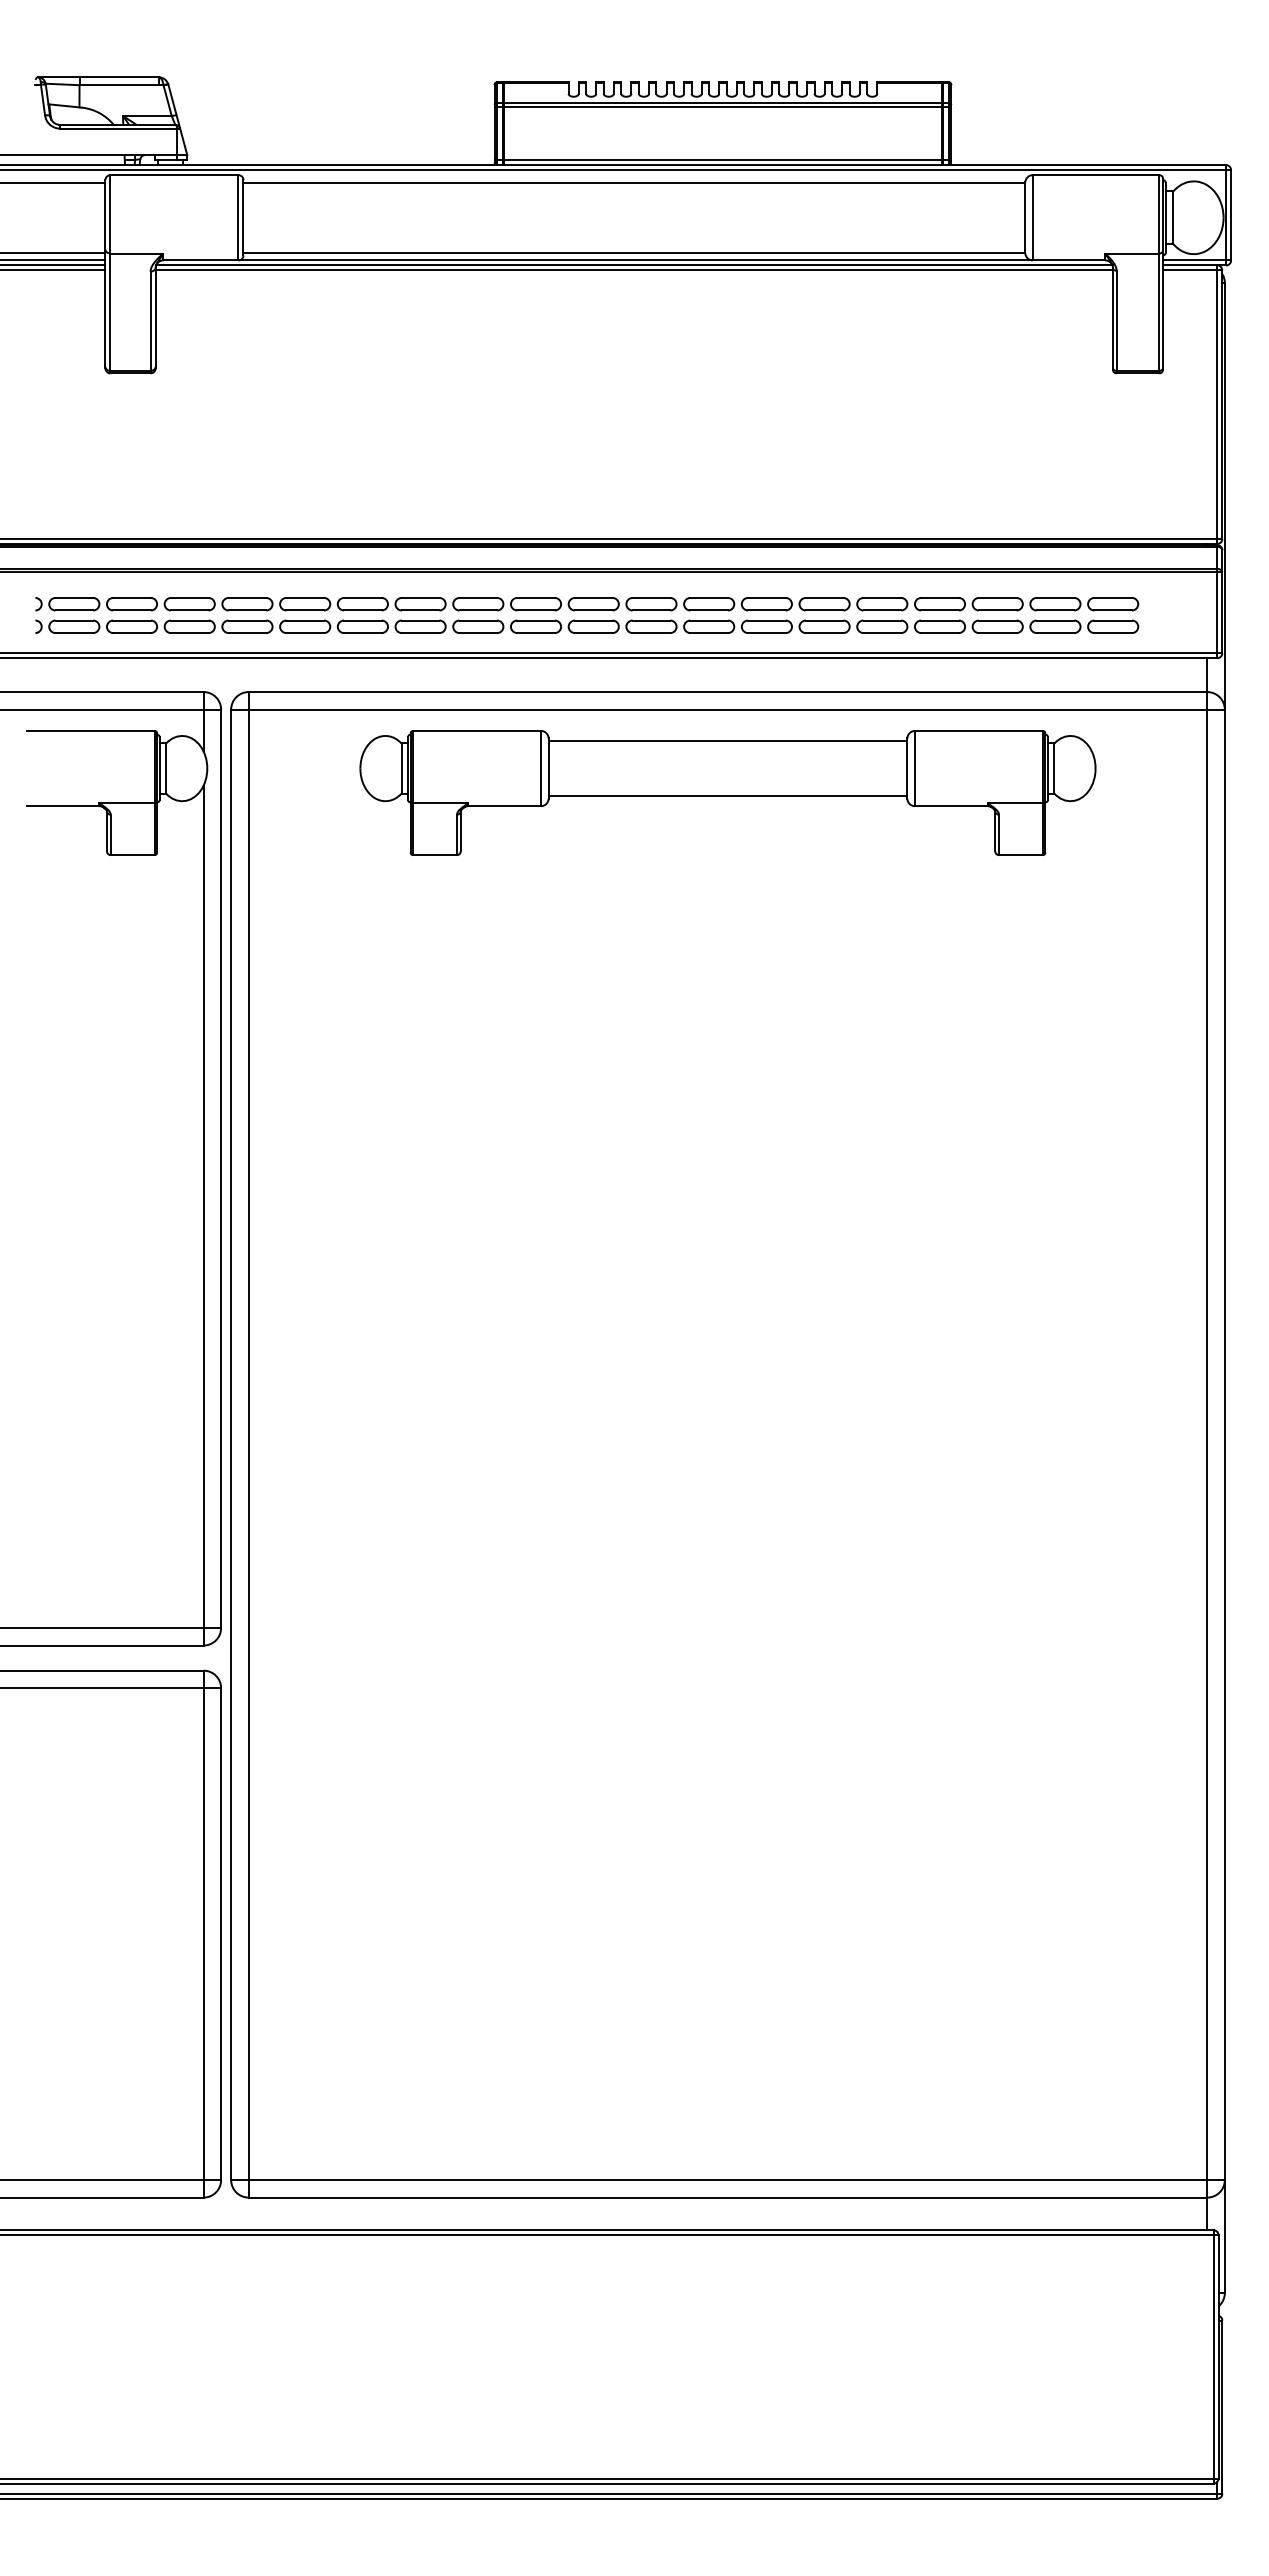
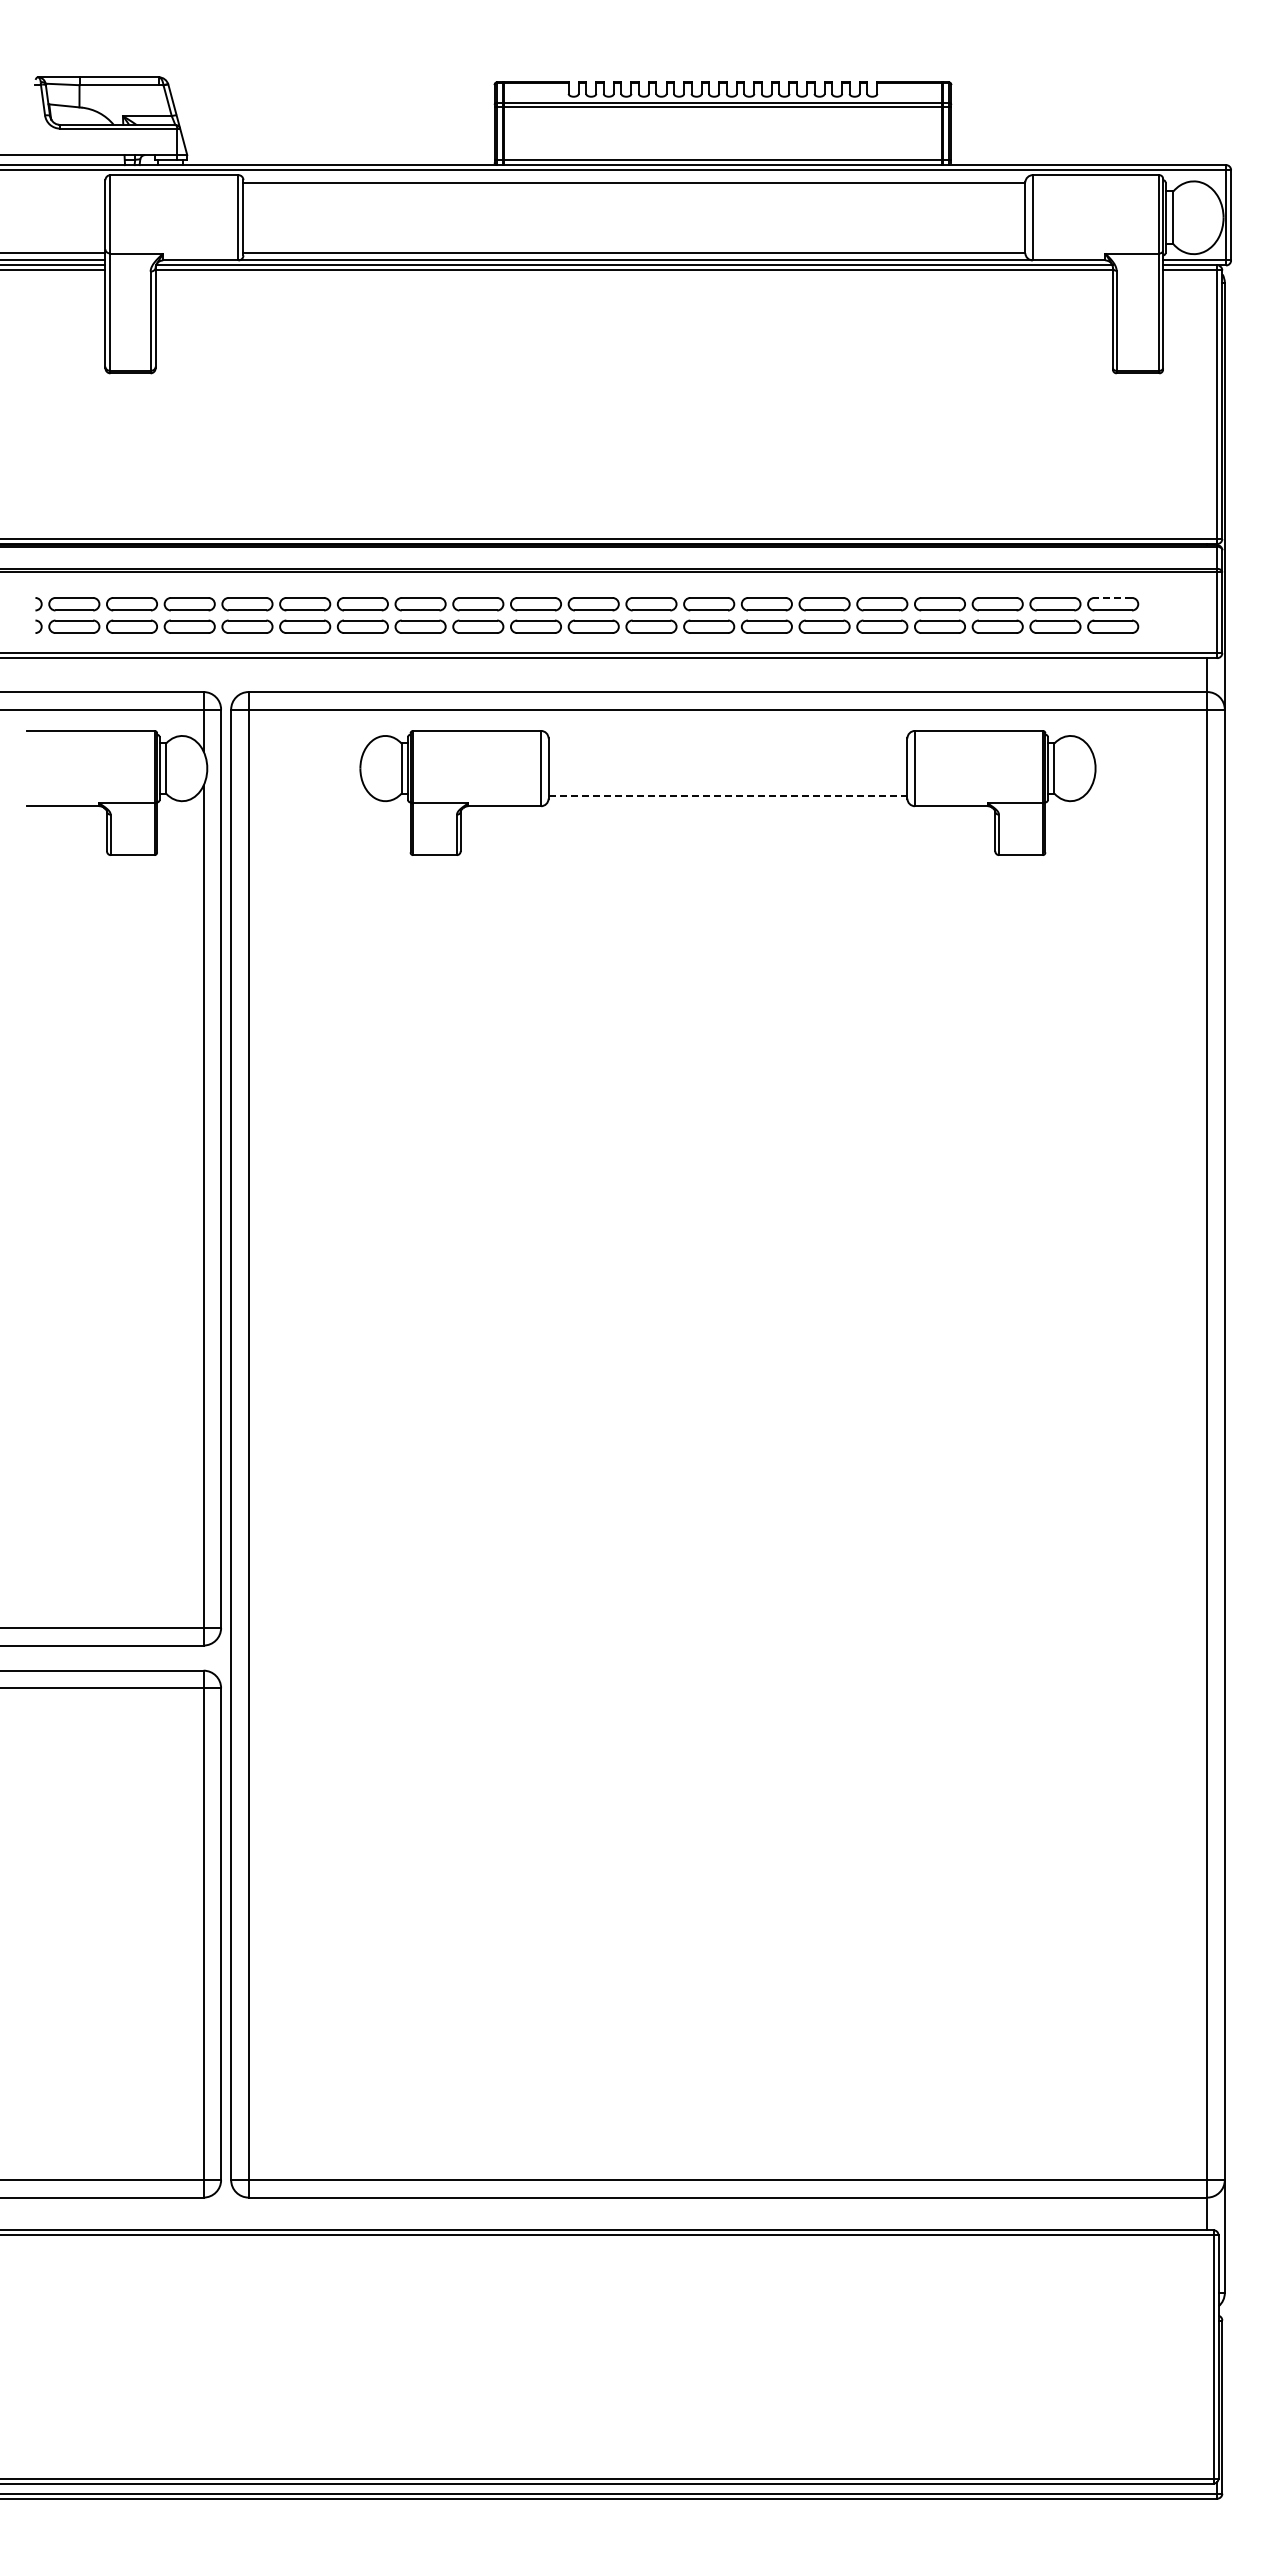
line at (53, 182): present -> none
line at (1113, 597): solid -> dashed
line at (727, 740): present -> none
line at (728, 796): solid -> dashed
